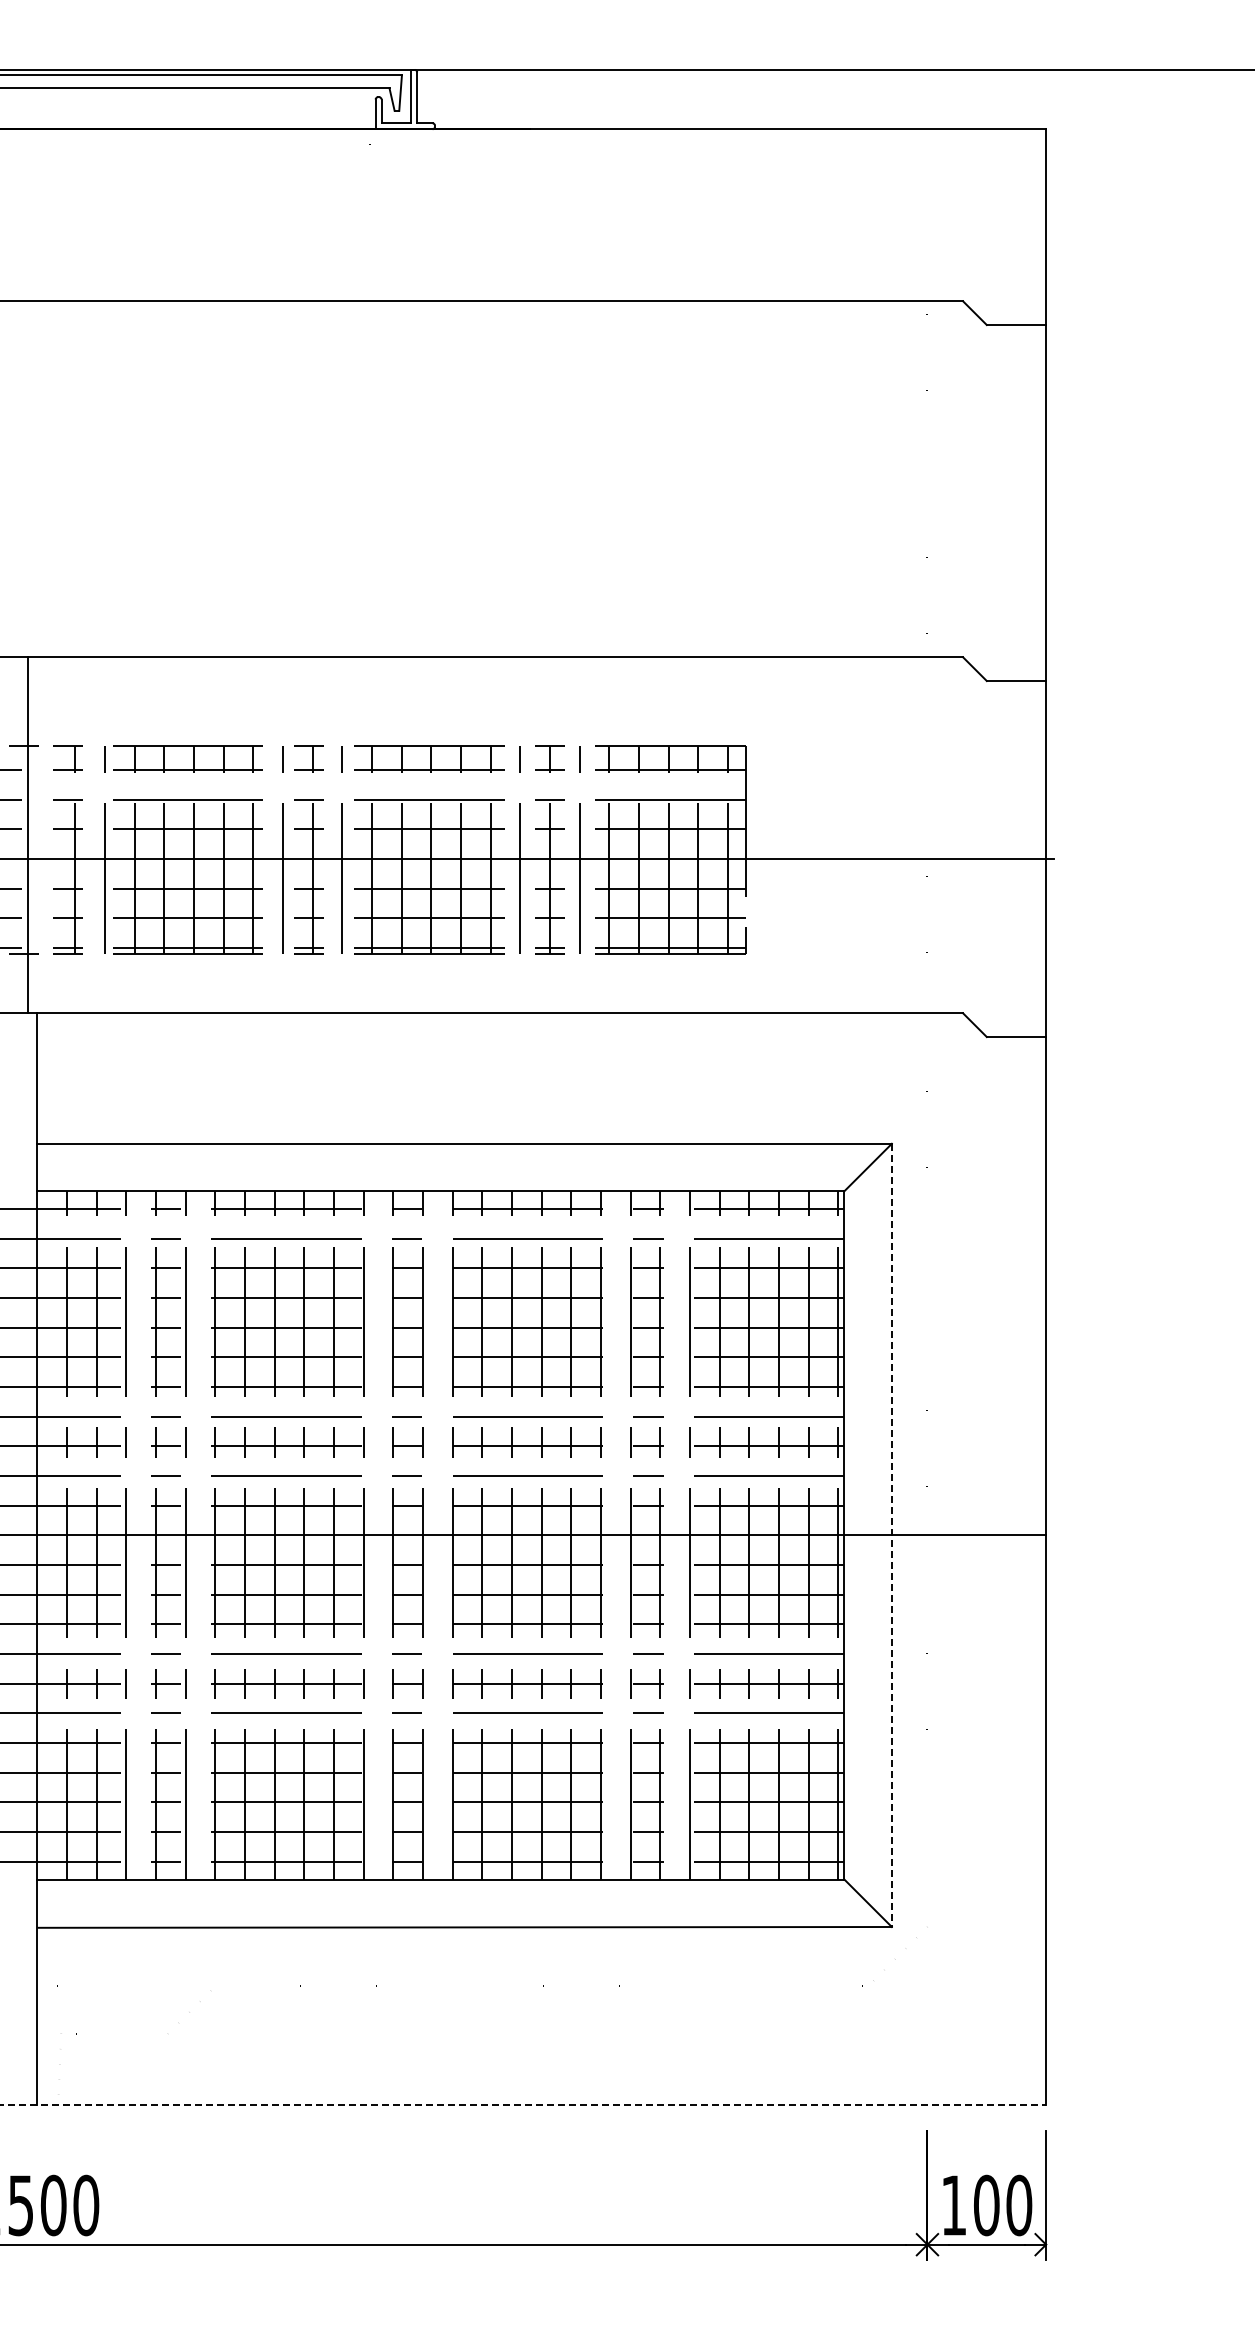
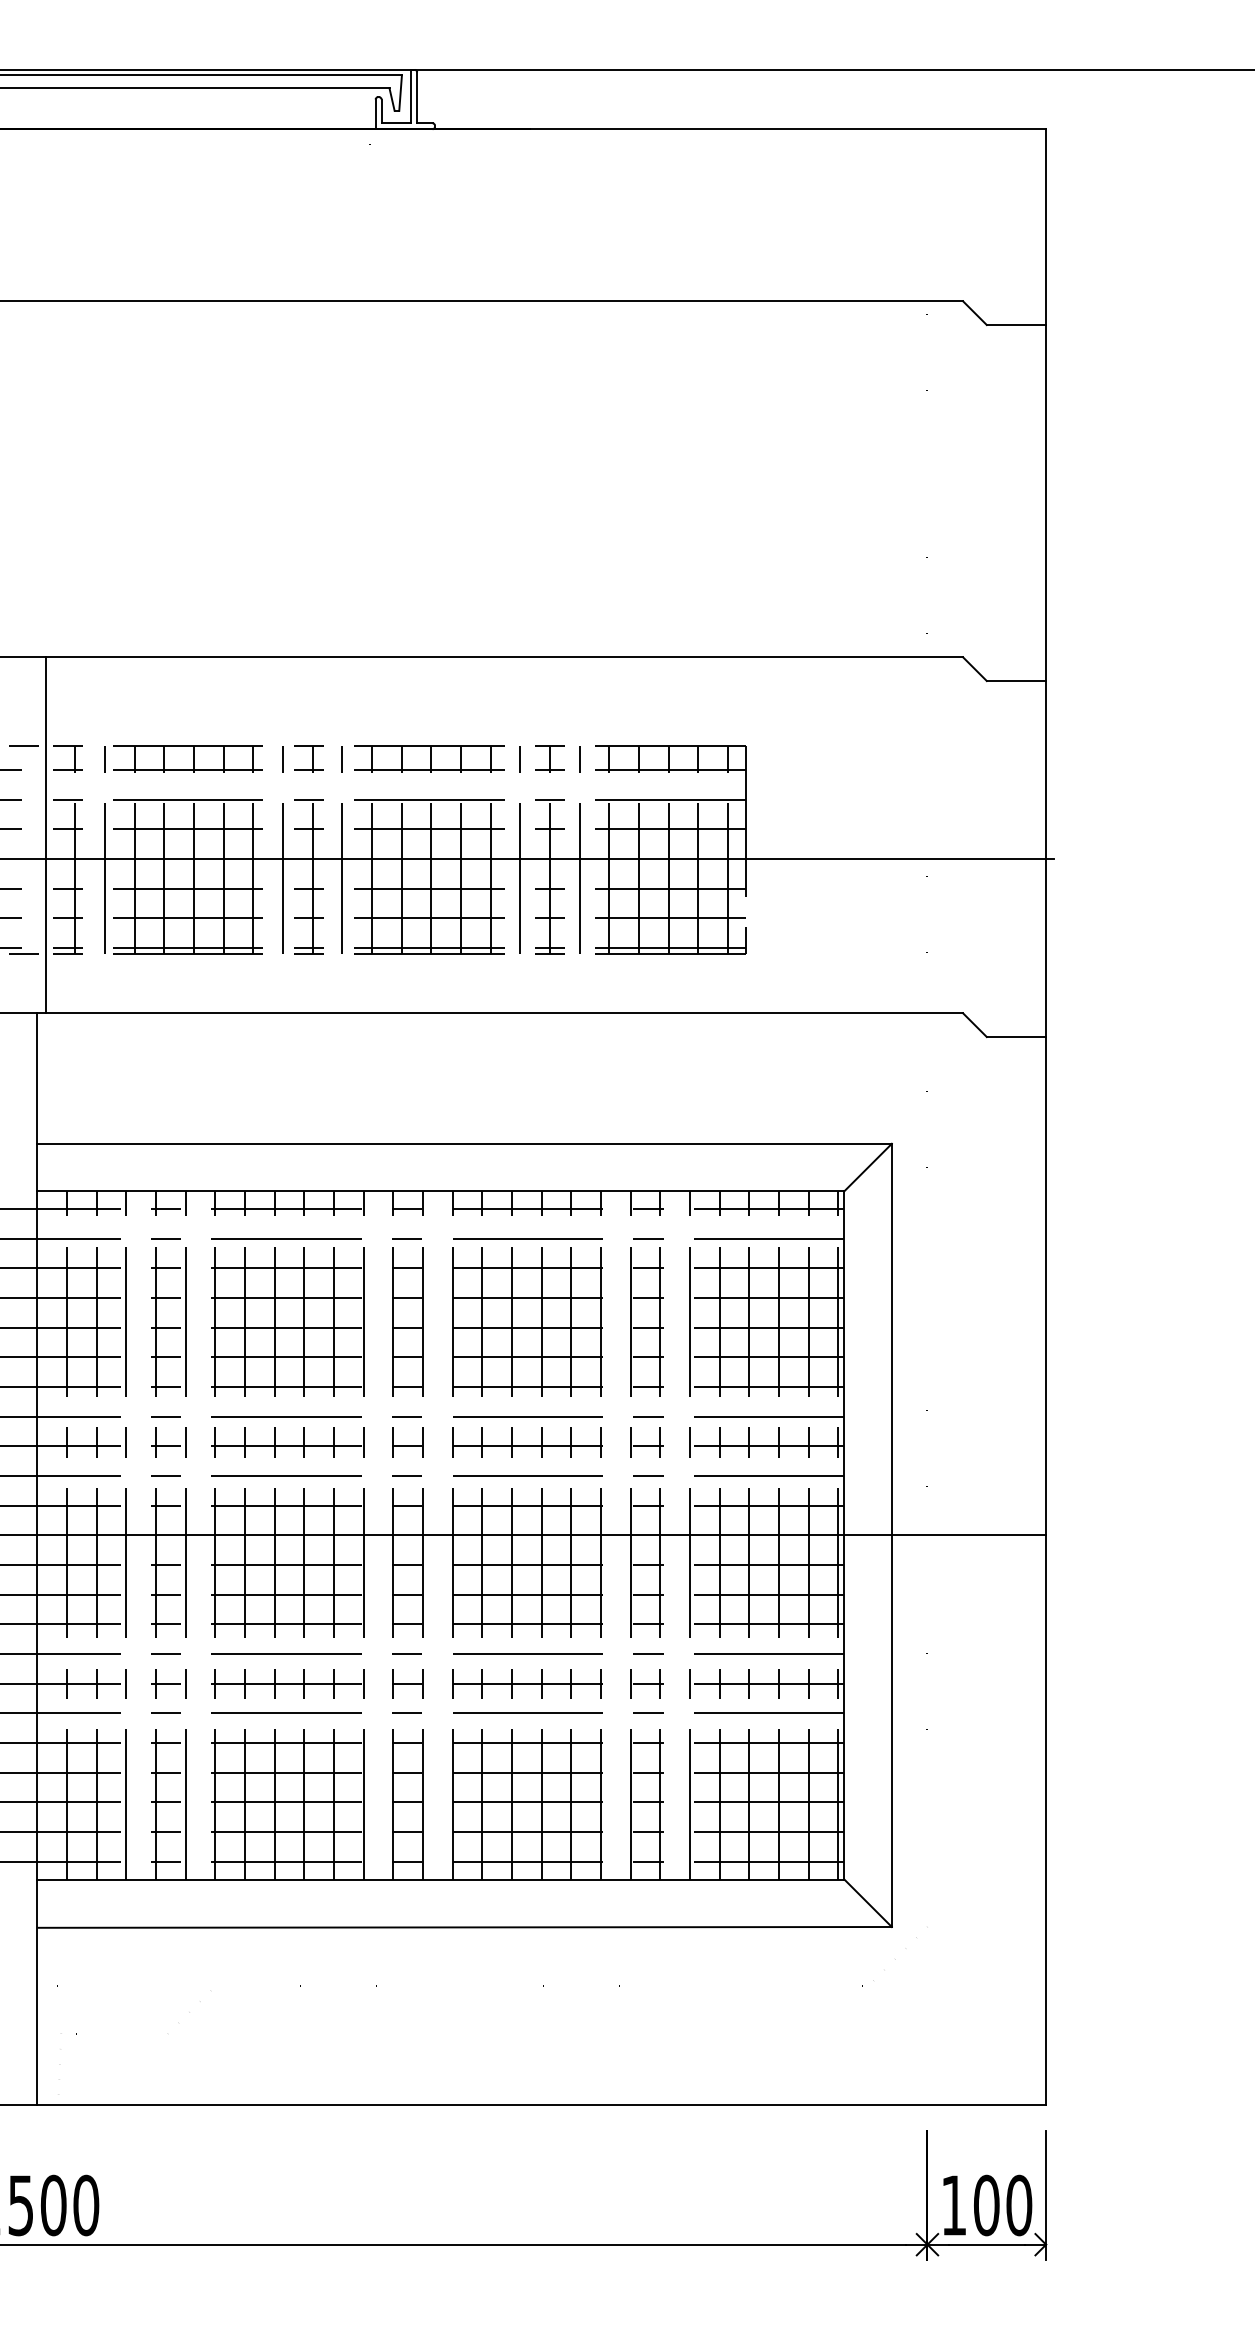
line at (27, 835) position: (27, 835) -> (45, 835)
line at (891, 1535): dashed -> solid
line at (523, 2104): dashed -> solid
